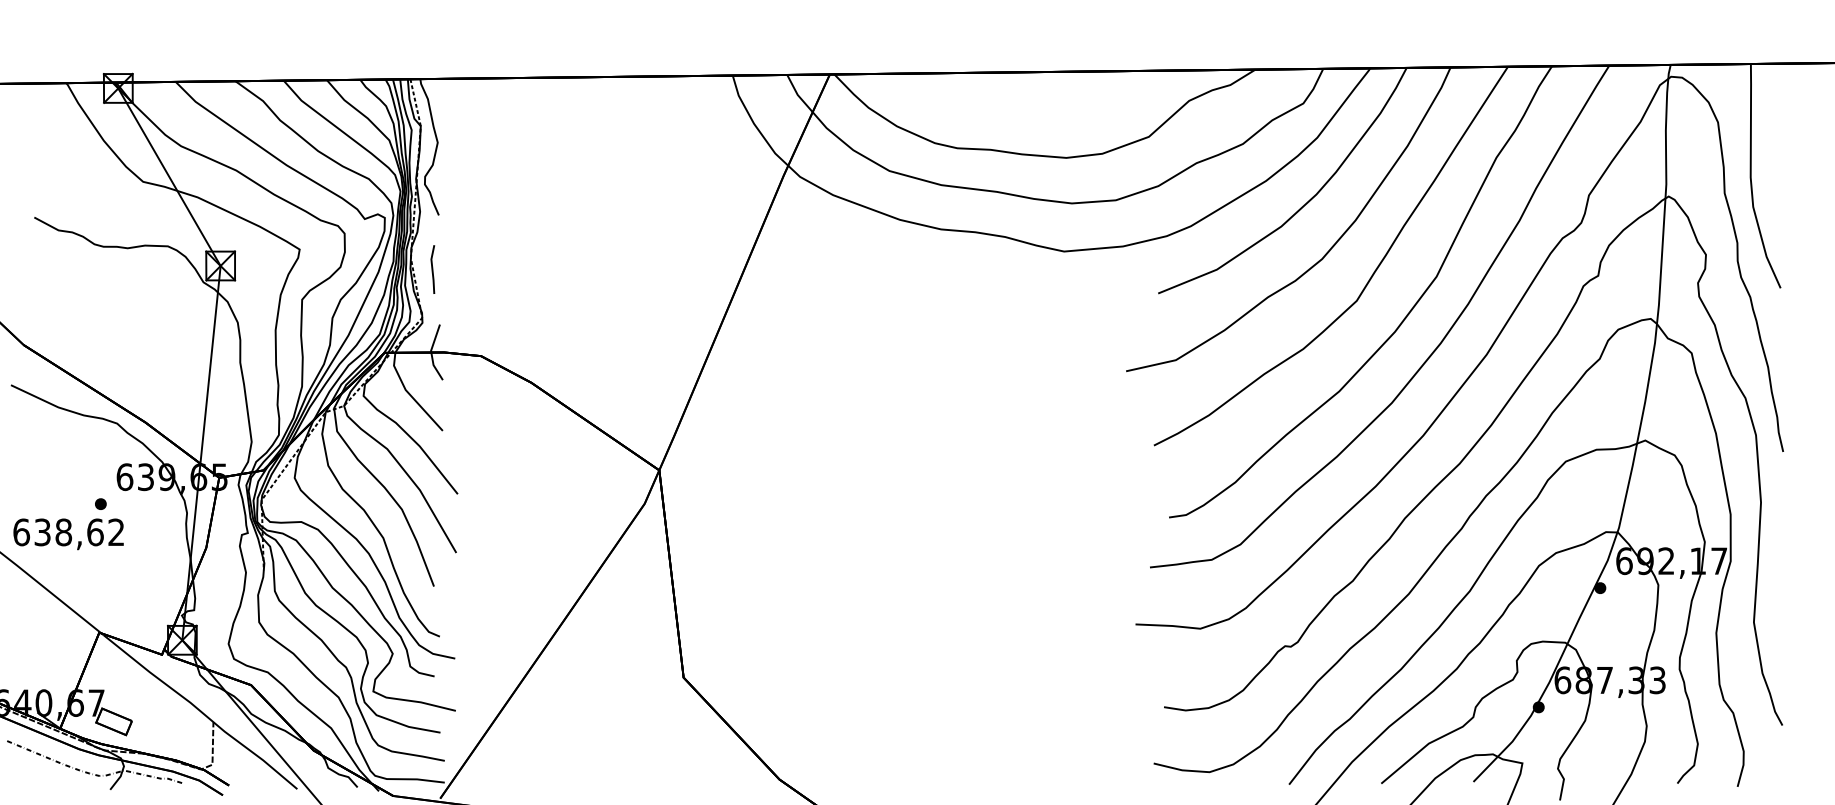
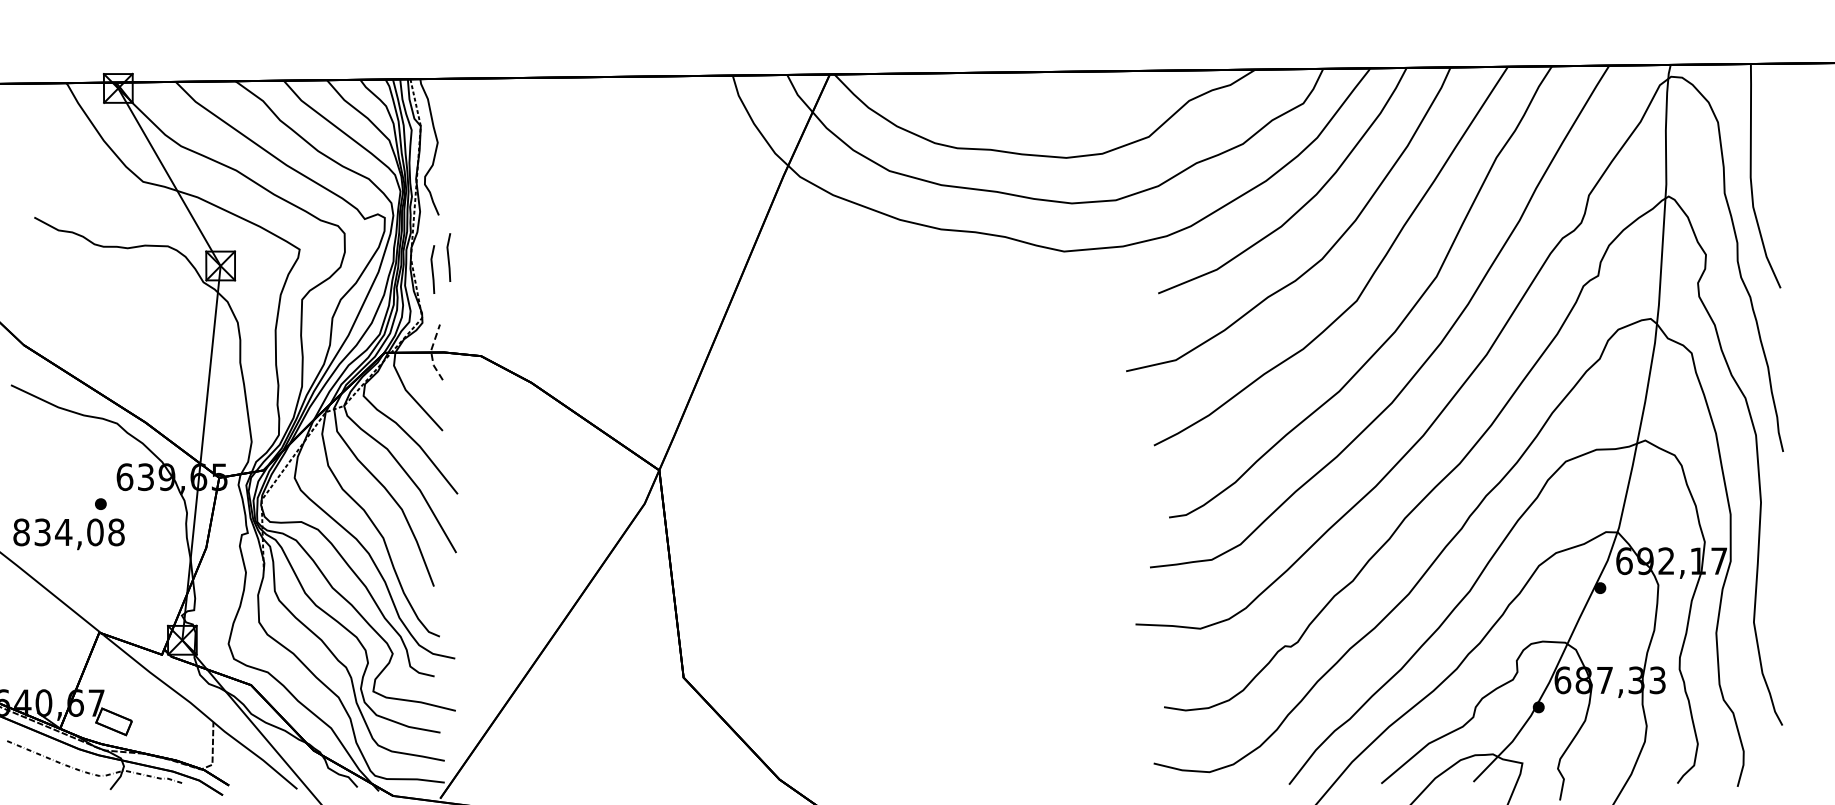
line at (448, 257): none -> present
line at (431, 352): solid -> dashed
text at (68, 532): 638,62 -> 834,08
